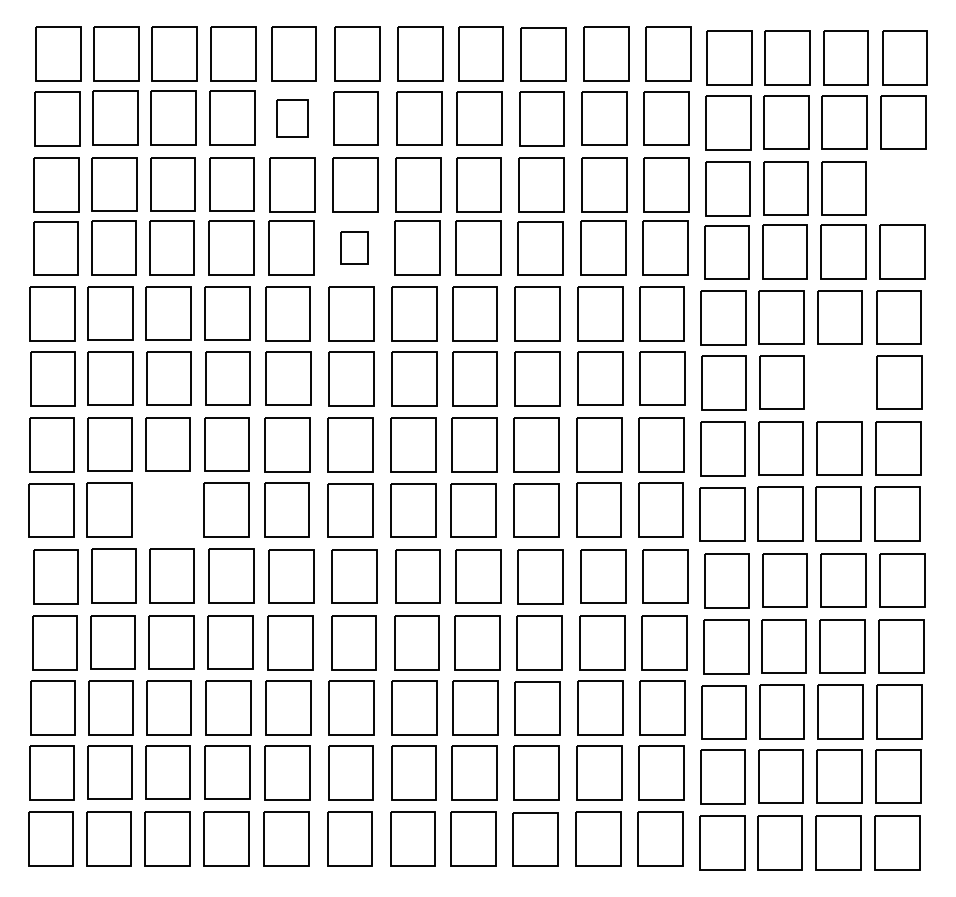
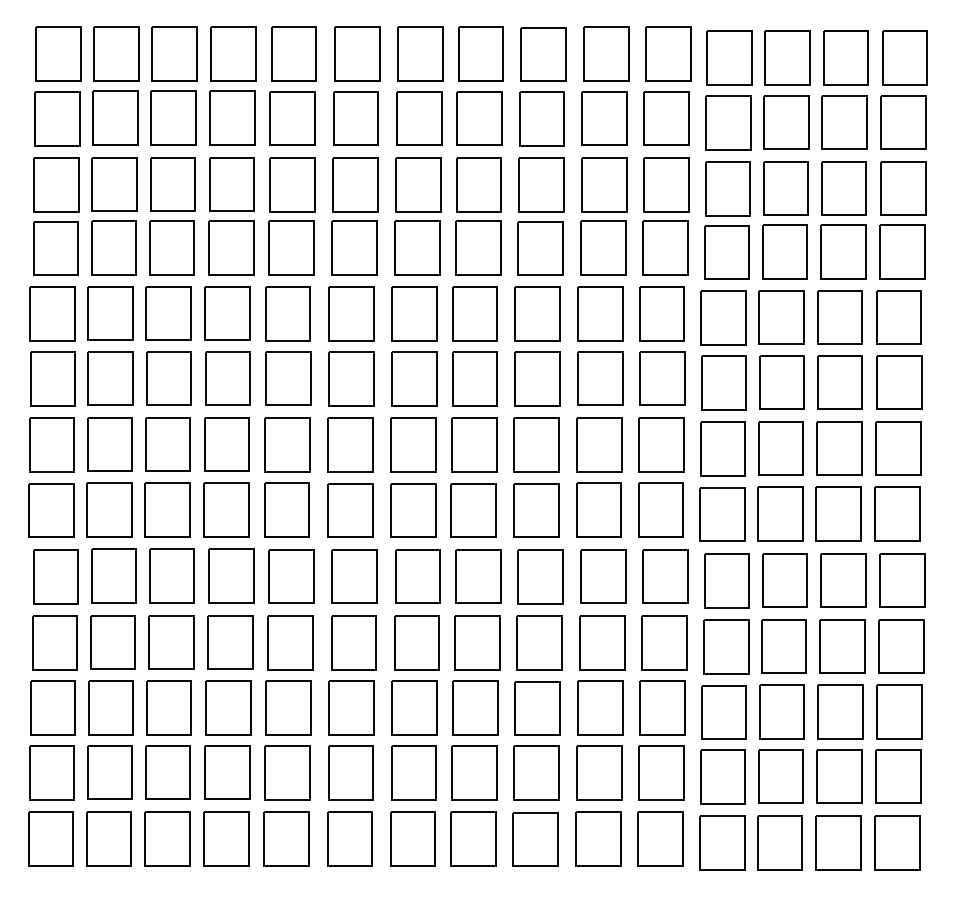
part at (292, 118) size: 33x39 px -> 47x55 px
part at (903, 188): none -> present
part at (354, 247) size: 29x34 px -> 47x56 px
part at (839, 382): none -> present
part at (167, 509): none -> present
